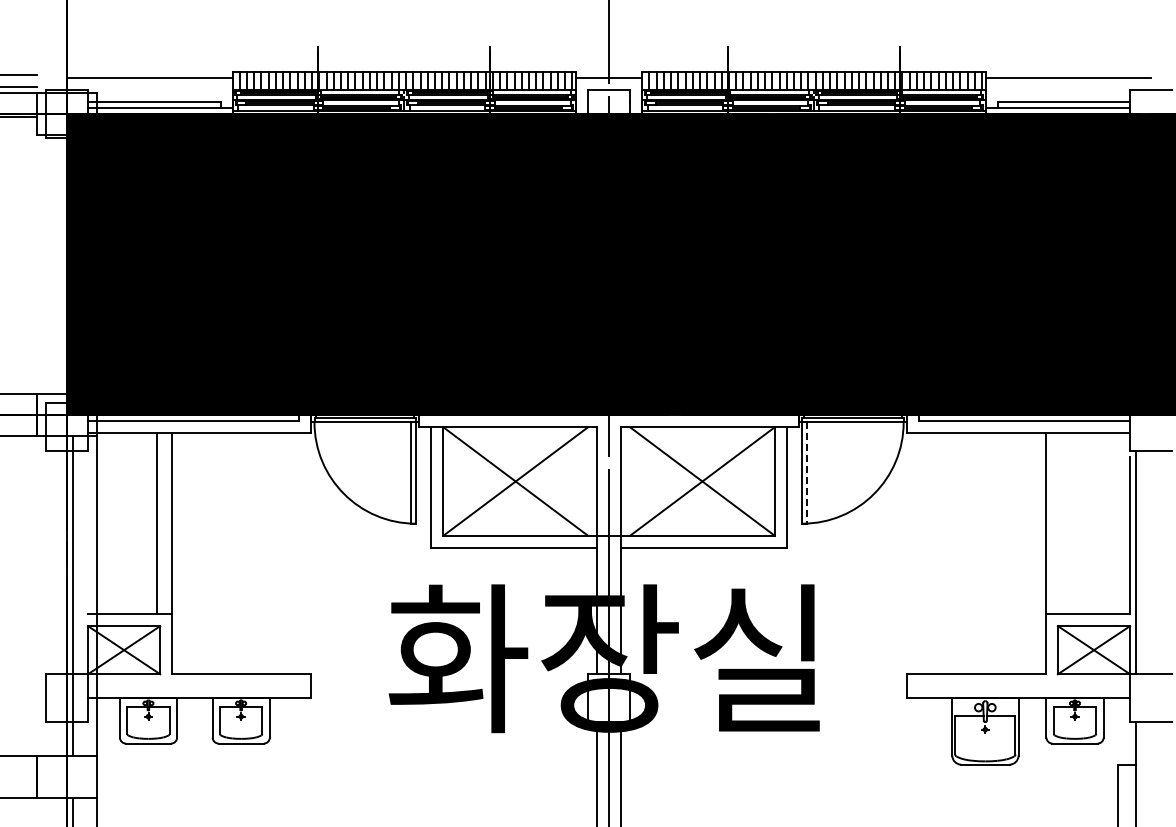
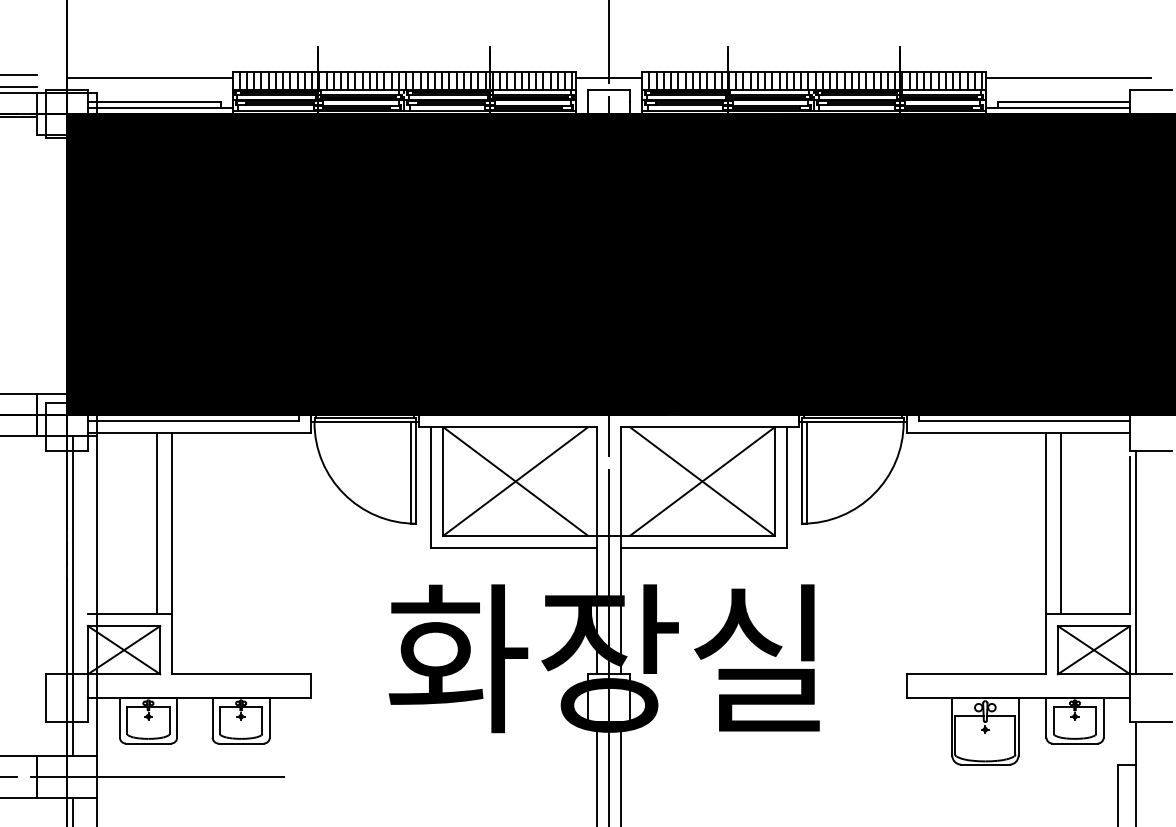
line at (806, 473): dashed -> solid
line at (1060, 523): none -> present
line at (143, 776): none -> present
